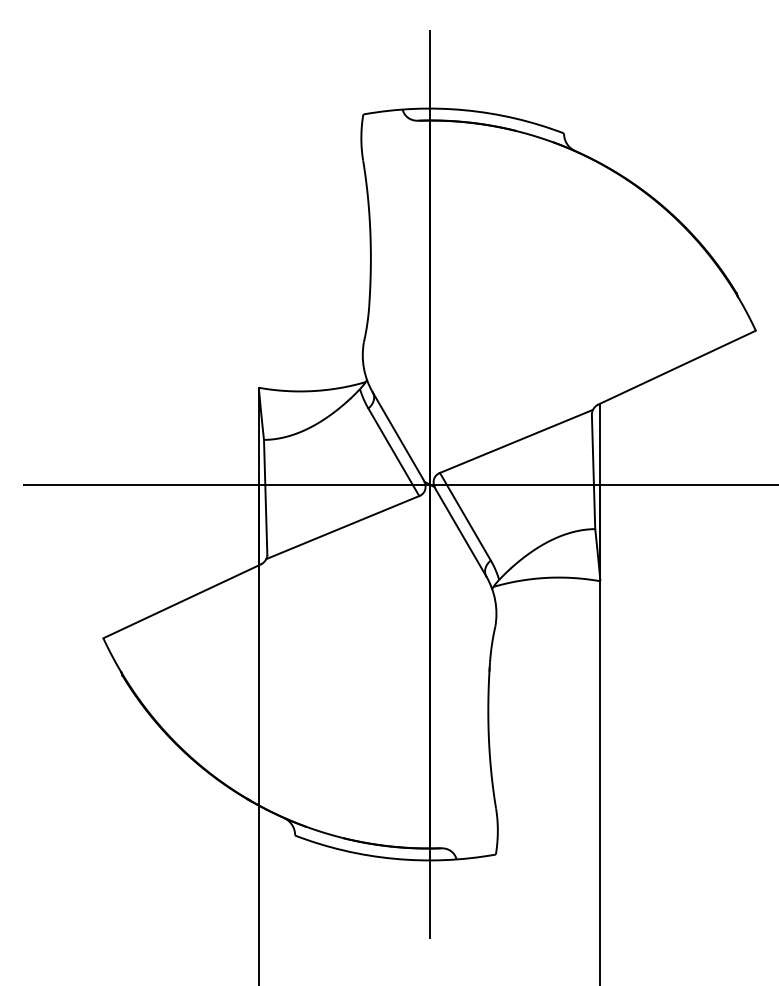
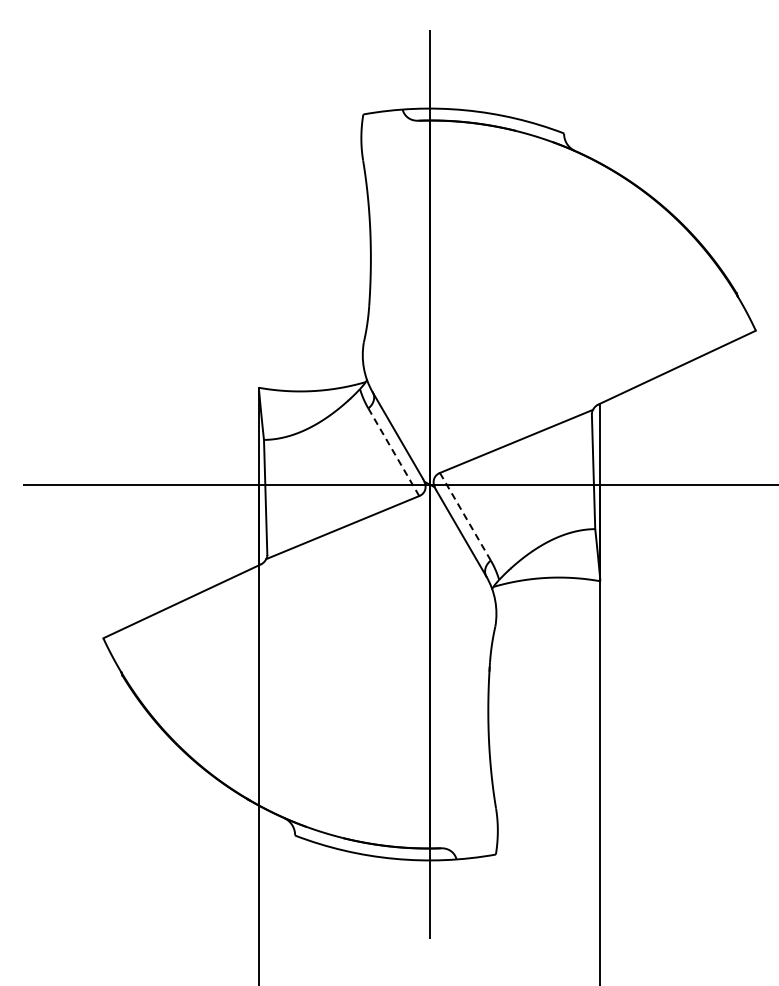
line at (393, 452): solid -> dashed
line at (465, 516): solid -> dashed
